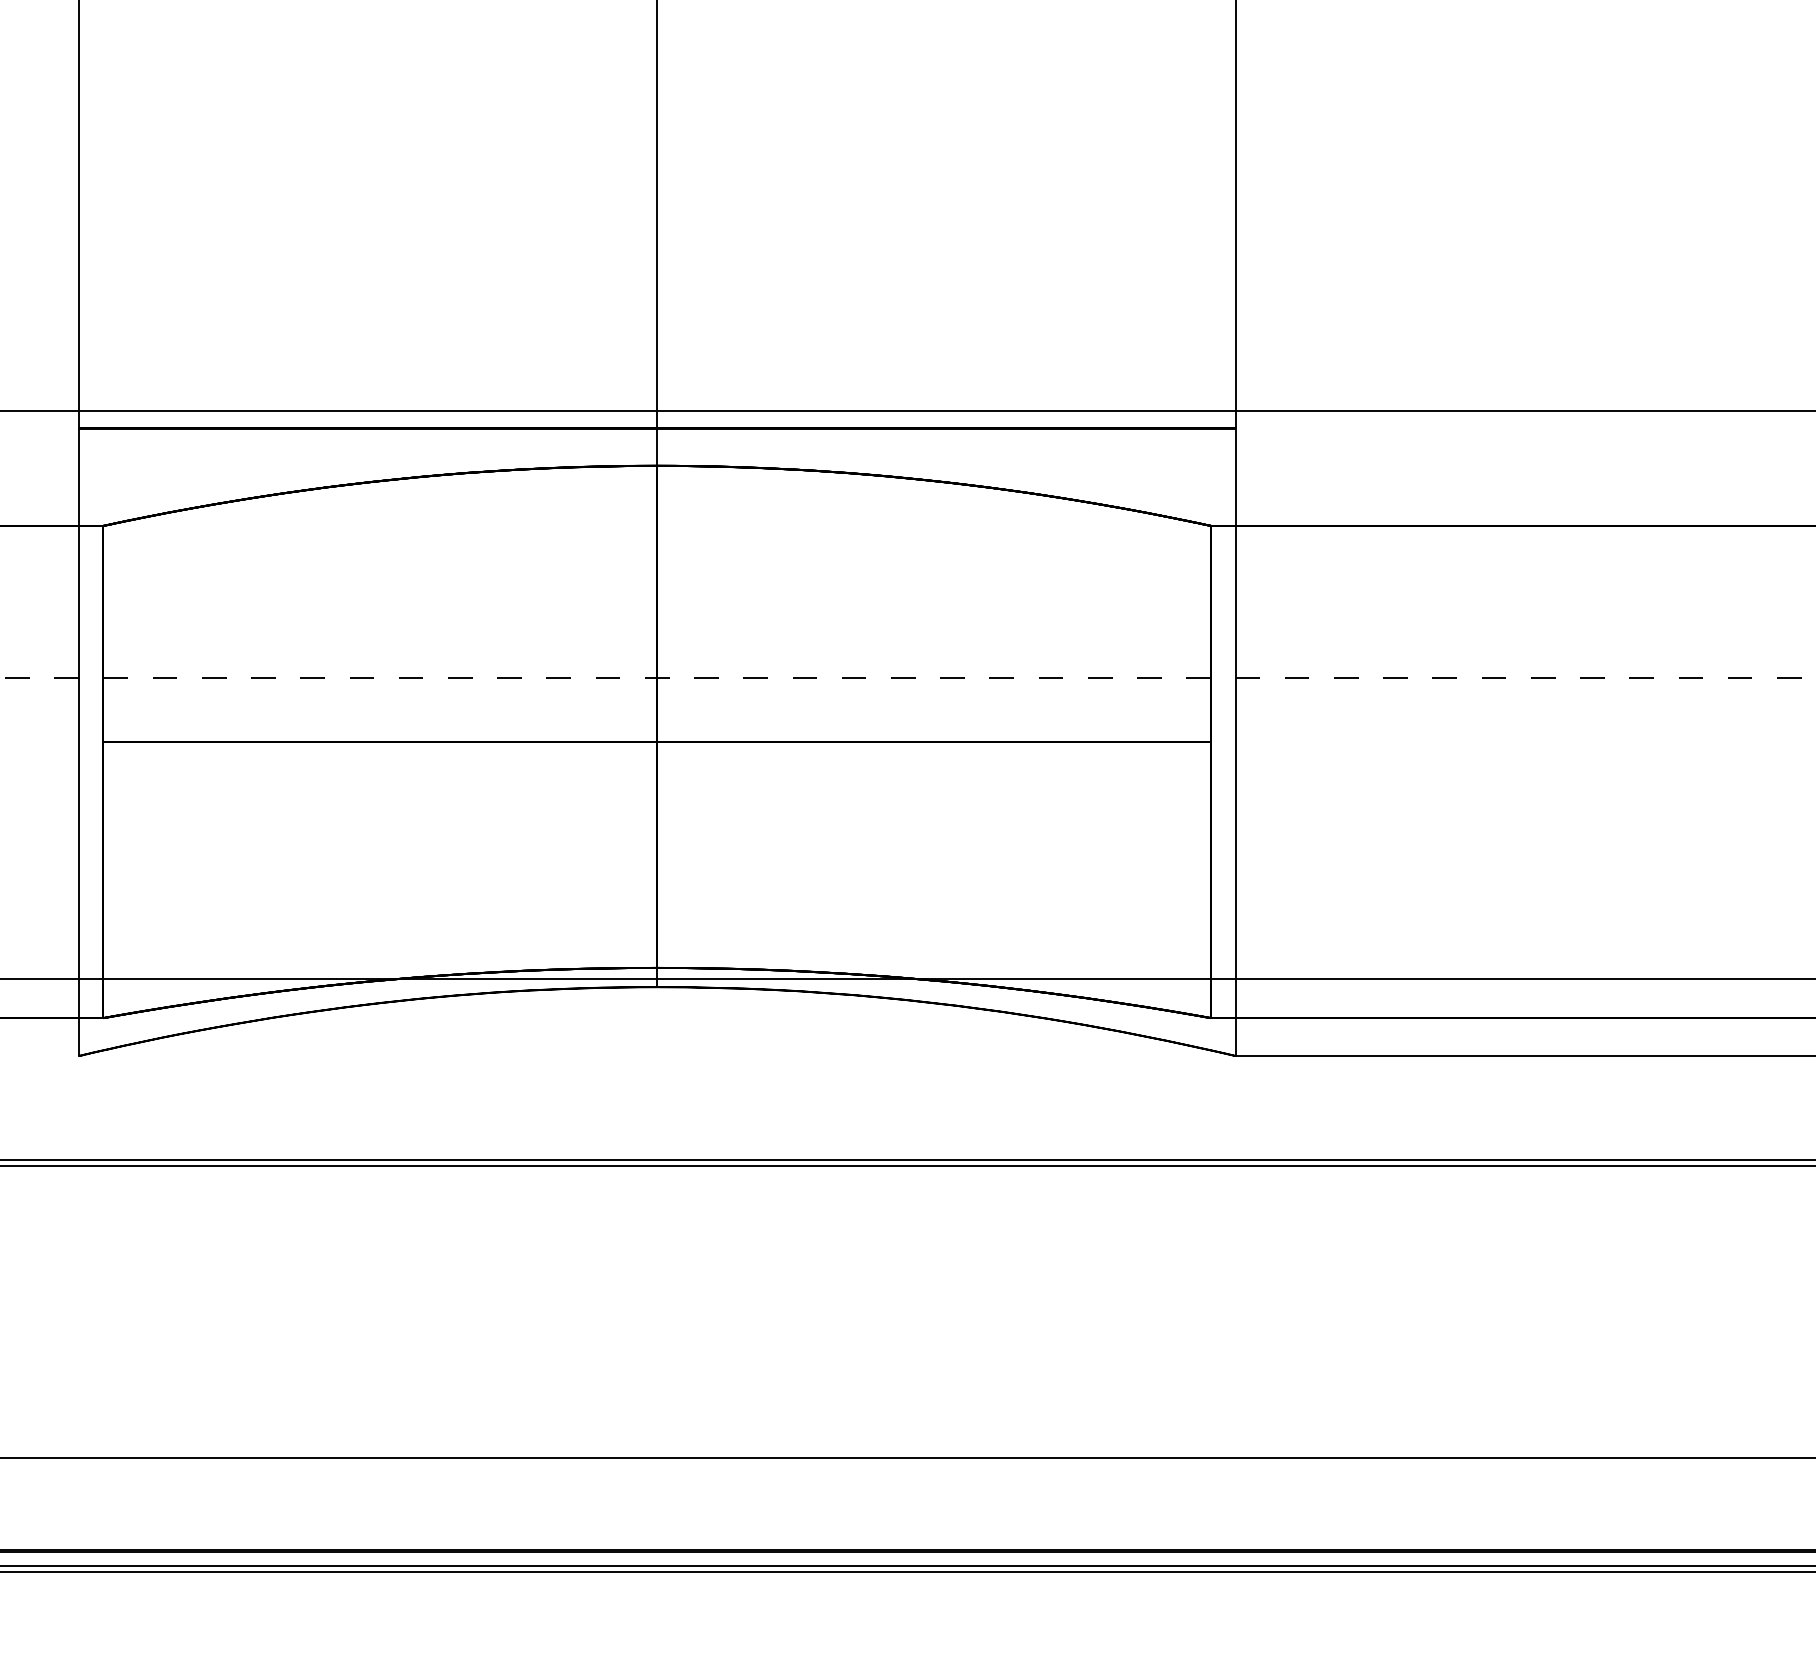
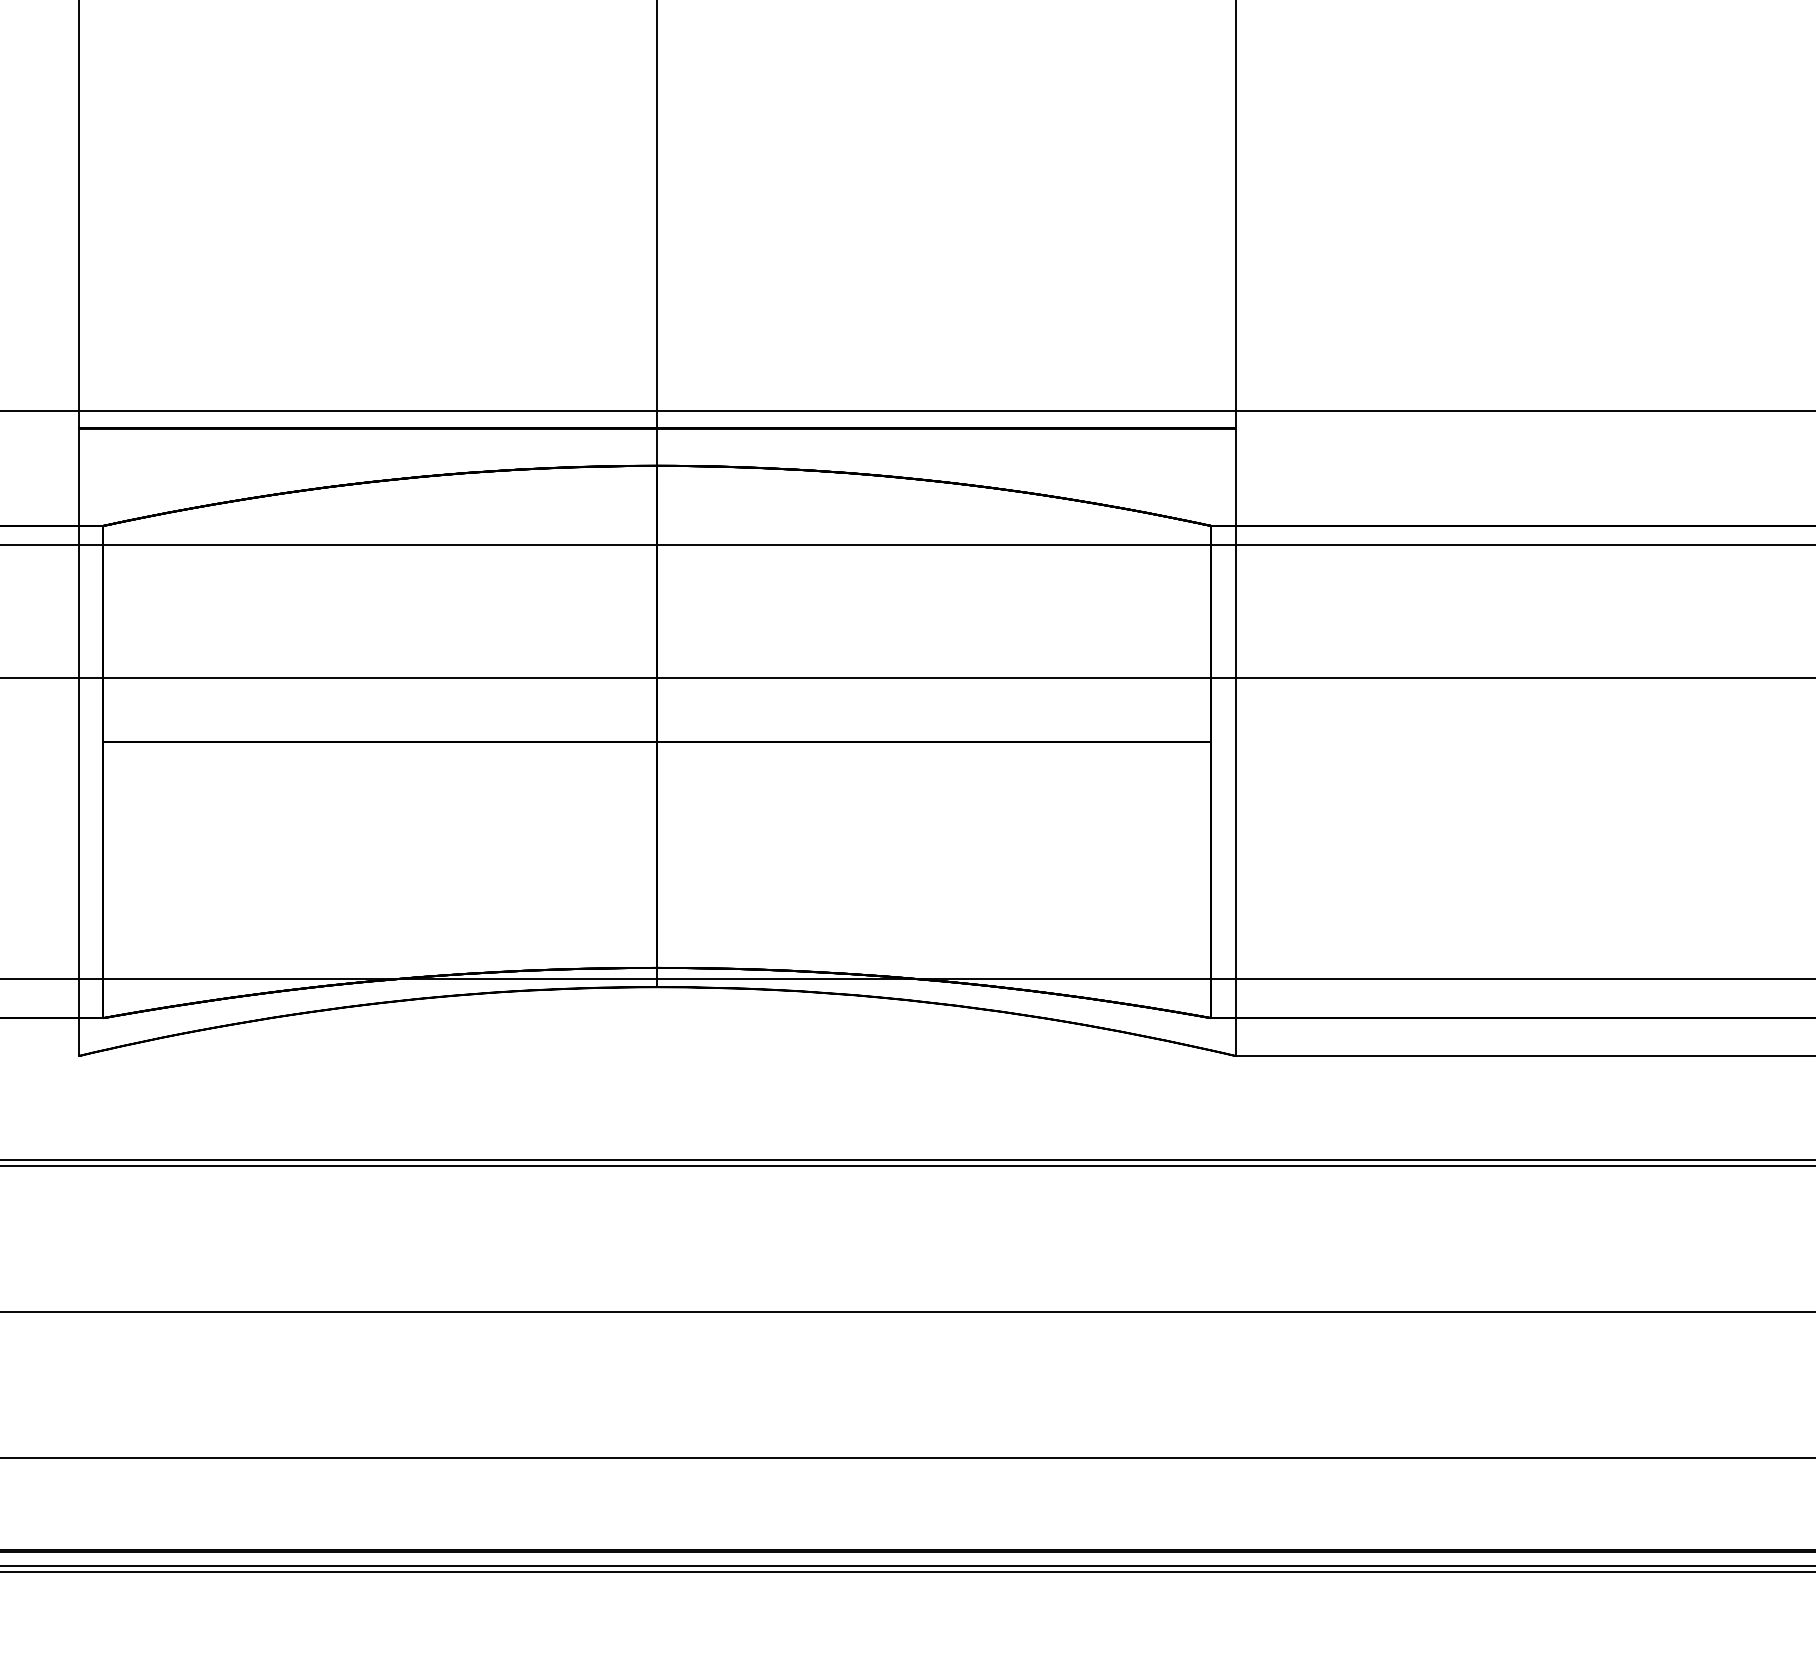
line at (907, 544): none -> present
line at (908, 678): dashed -> solid
line at (907, 1311): none -> present
